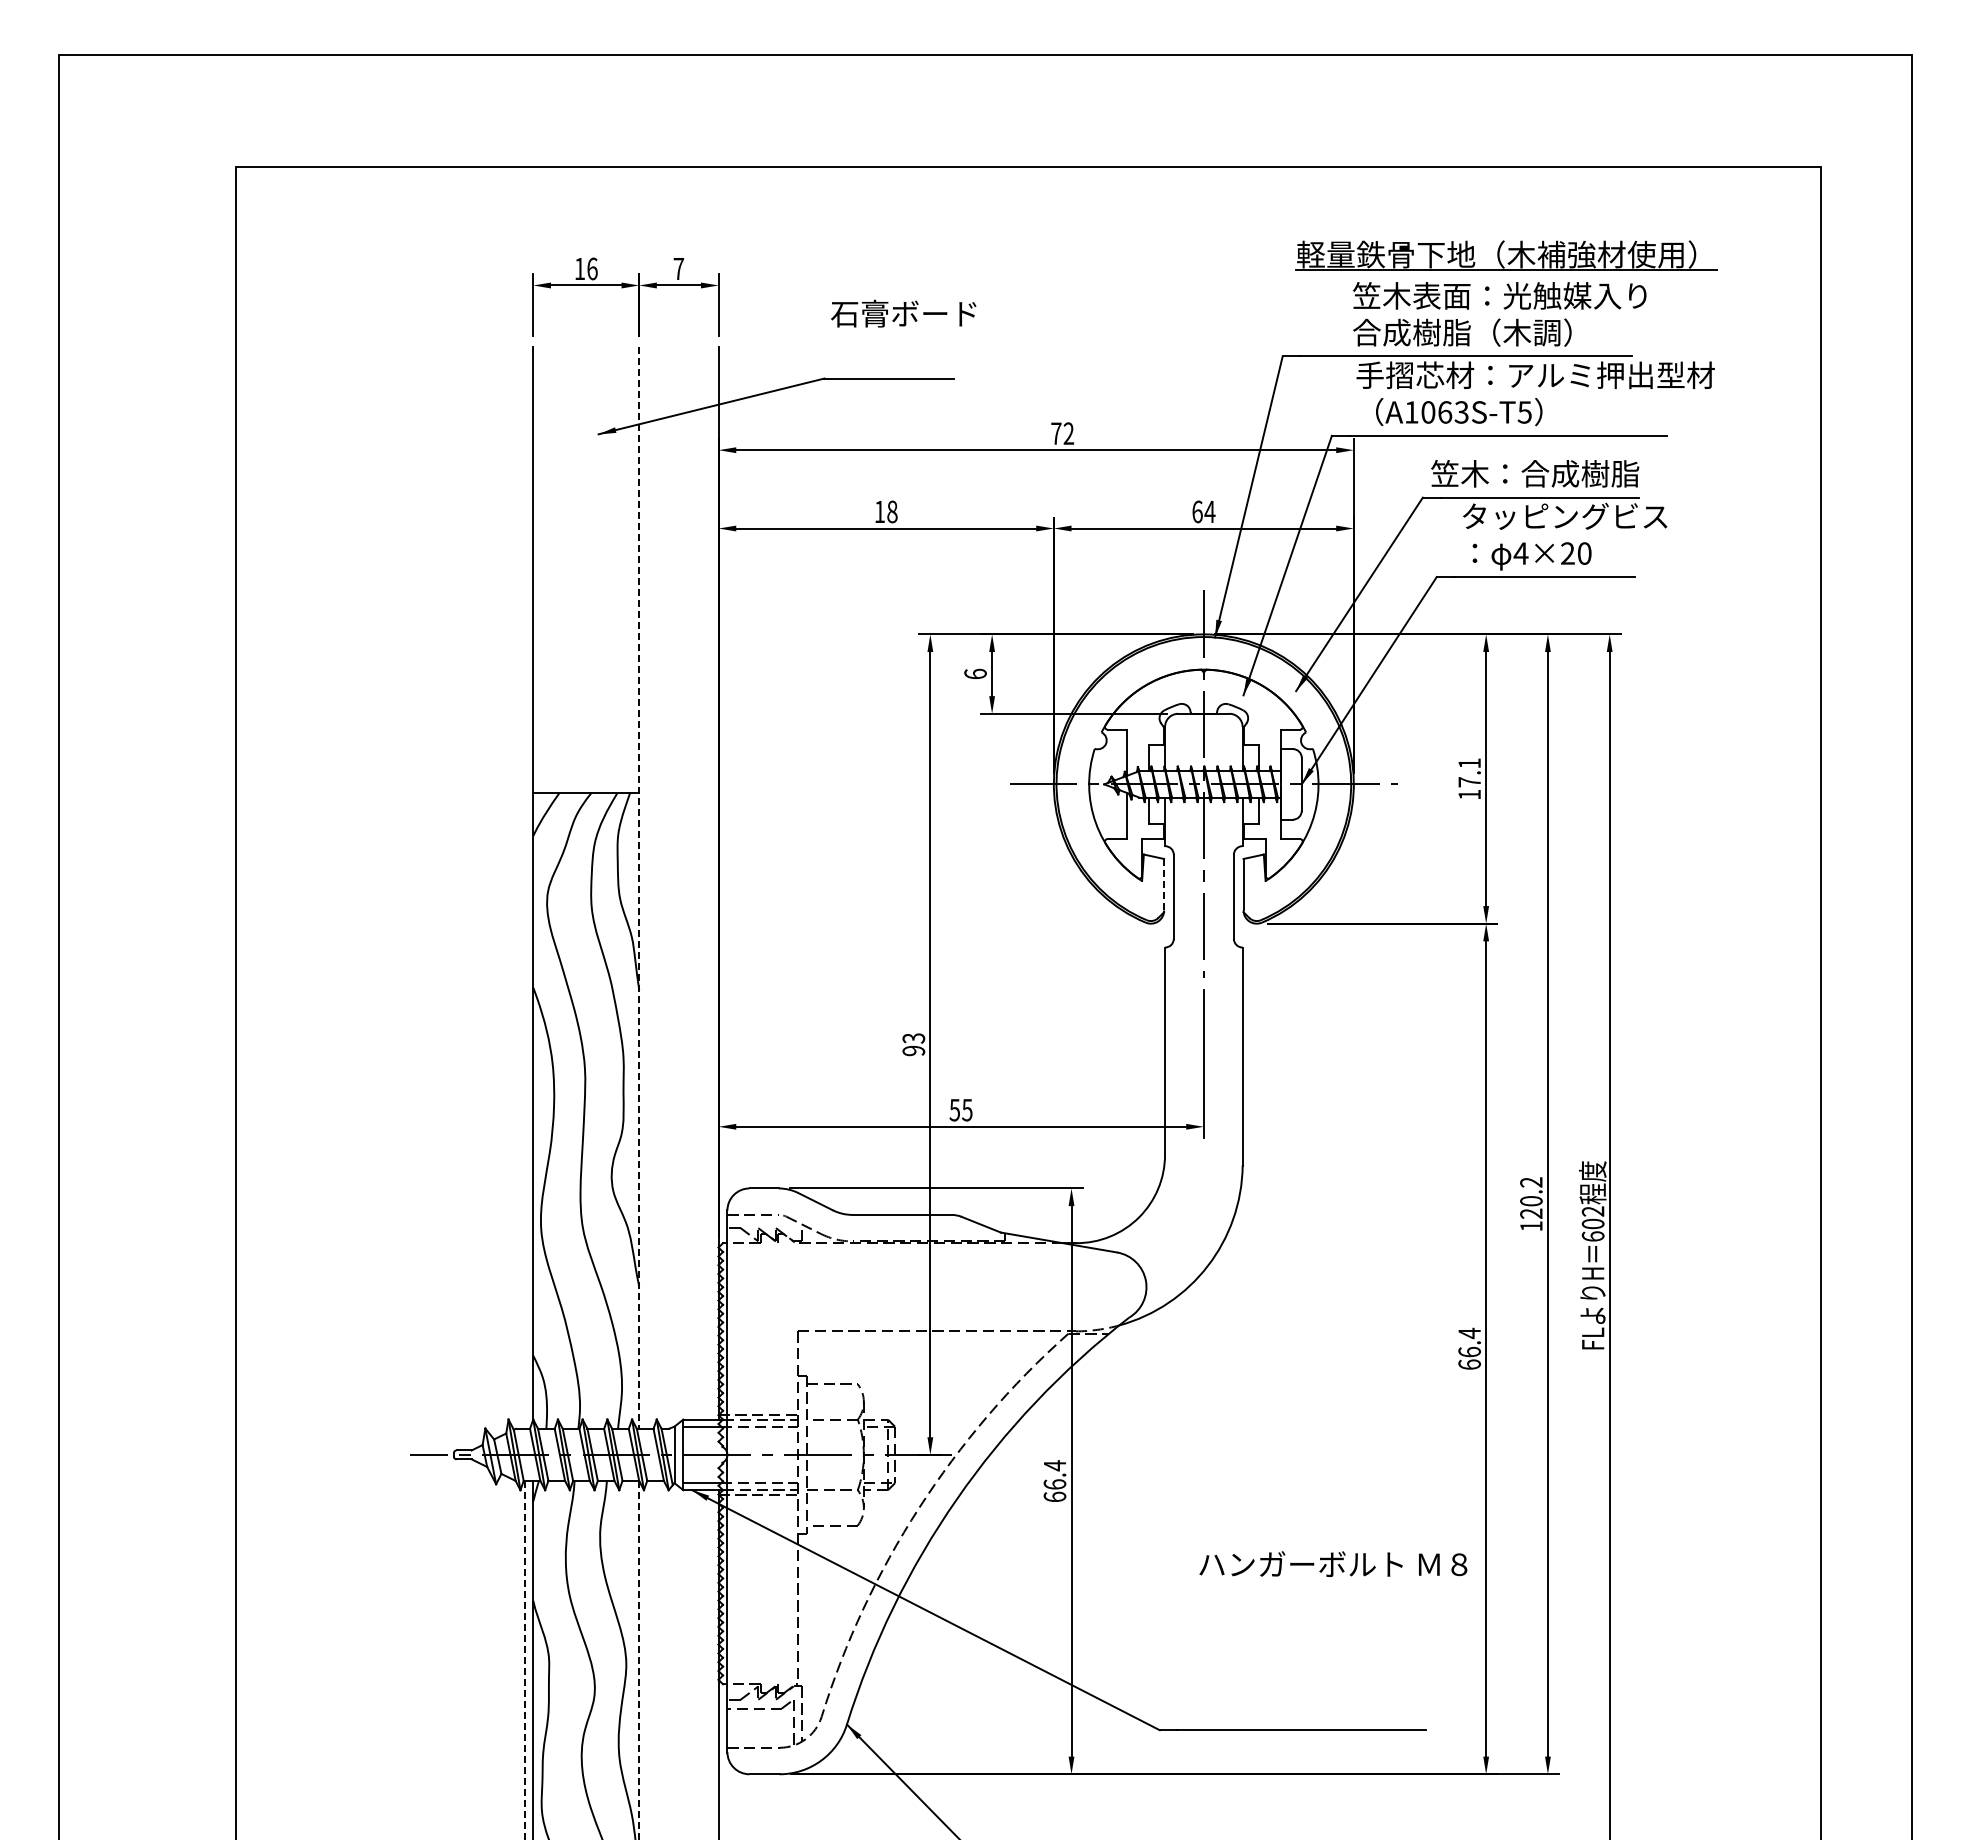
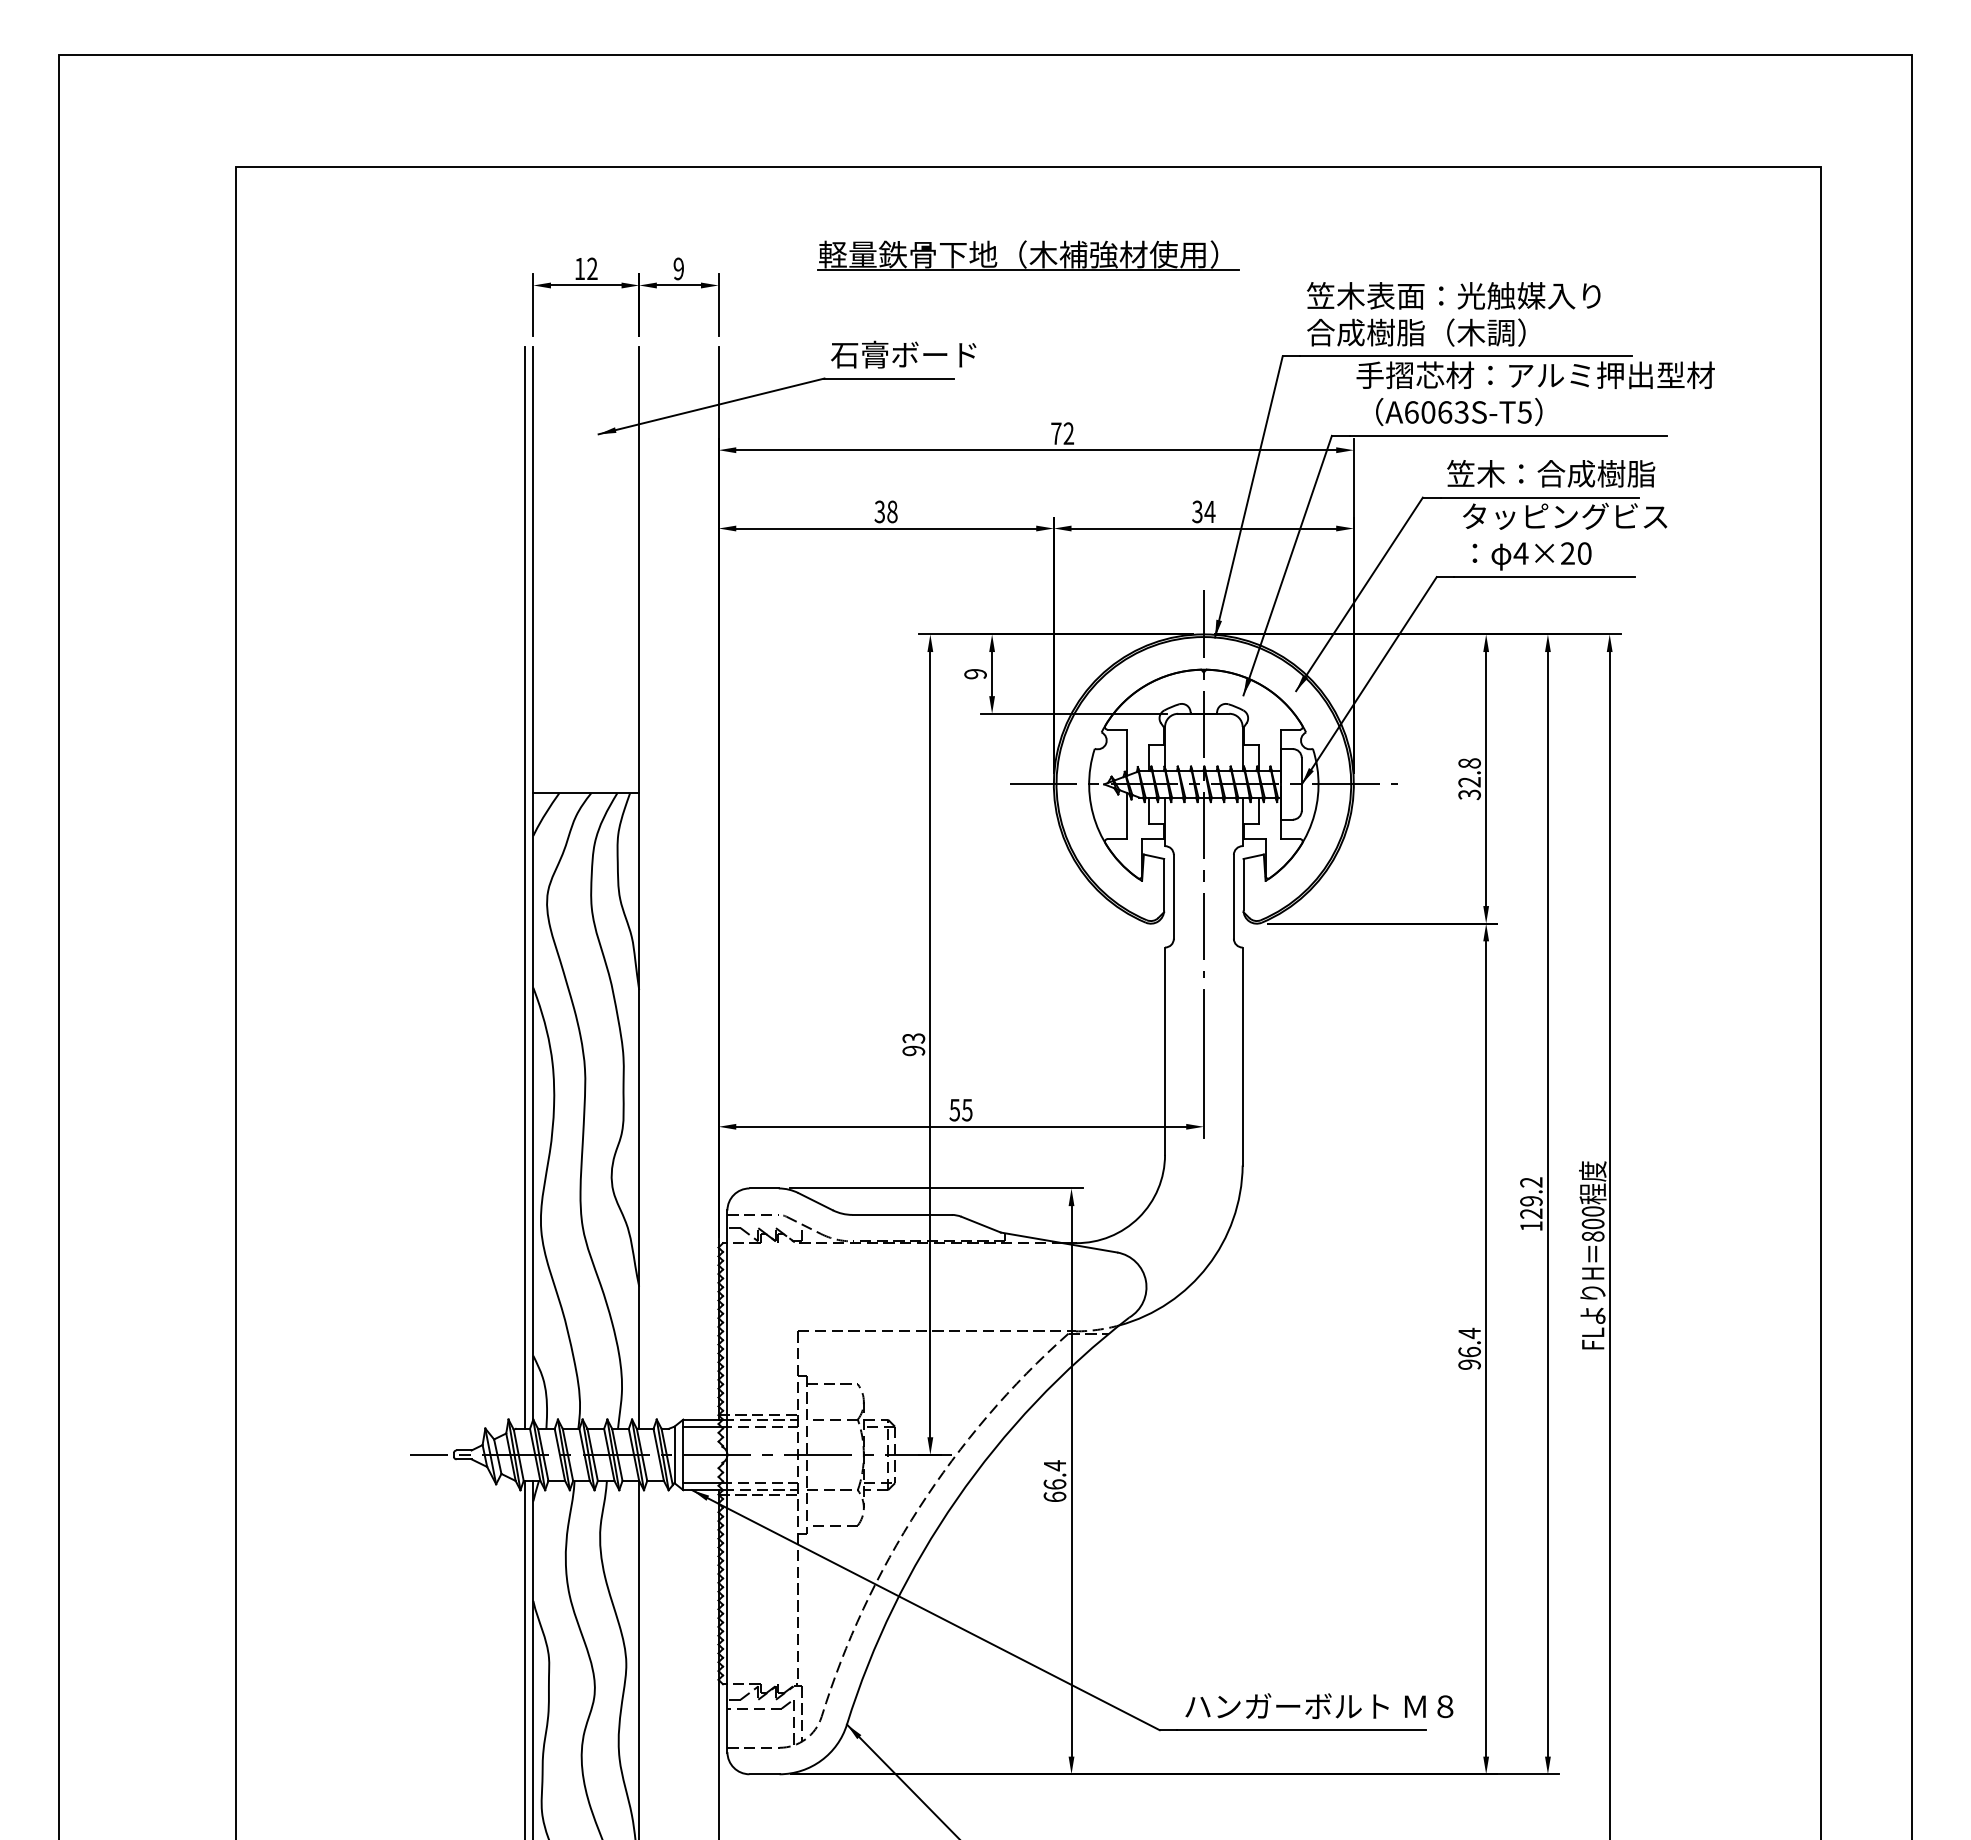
part at (1506, 255) position: (1506, 255) -> (1028, 255)
text at (592, 268): 16 -> 12
text at (678, 268): 7 -> 9
text at (903, 313) position: (903, 313) -> (903, 354)
text at (1499, 314) position: (1499, 314) -> (1453, 314)
text at (1411, 412): A1063S-T5 -> A6063S-T5
text at (1535, 473) position: (1535, 473) -> (1551, 473)
text at (879, 511): 18 -> 38
text at (1197, 511): 64 -> 34
text at (975, 673): 6 -> 9
text at (1469, 779): 17.1 -> 32.8
line at (1164, 884): dashed -> solid
line at (524, 887): none -> present
line at (639, 888): dashed -> solid
text at (1531, 1201): 120.2 -> 129.2
text at (1592, 1223): 602 -> 800
text at (1469, 1364): 66.4 -> 96.4
text at (1333, 1563) position: (1333, 1563) -> (1319, 1705)
line at (524, 1660): dashed -> solid
line at (639, 1660): dashed -> solid
